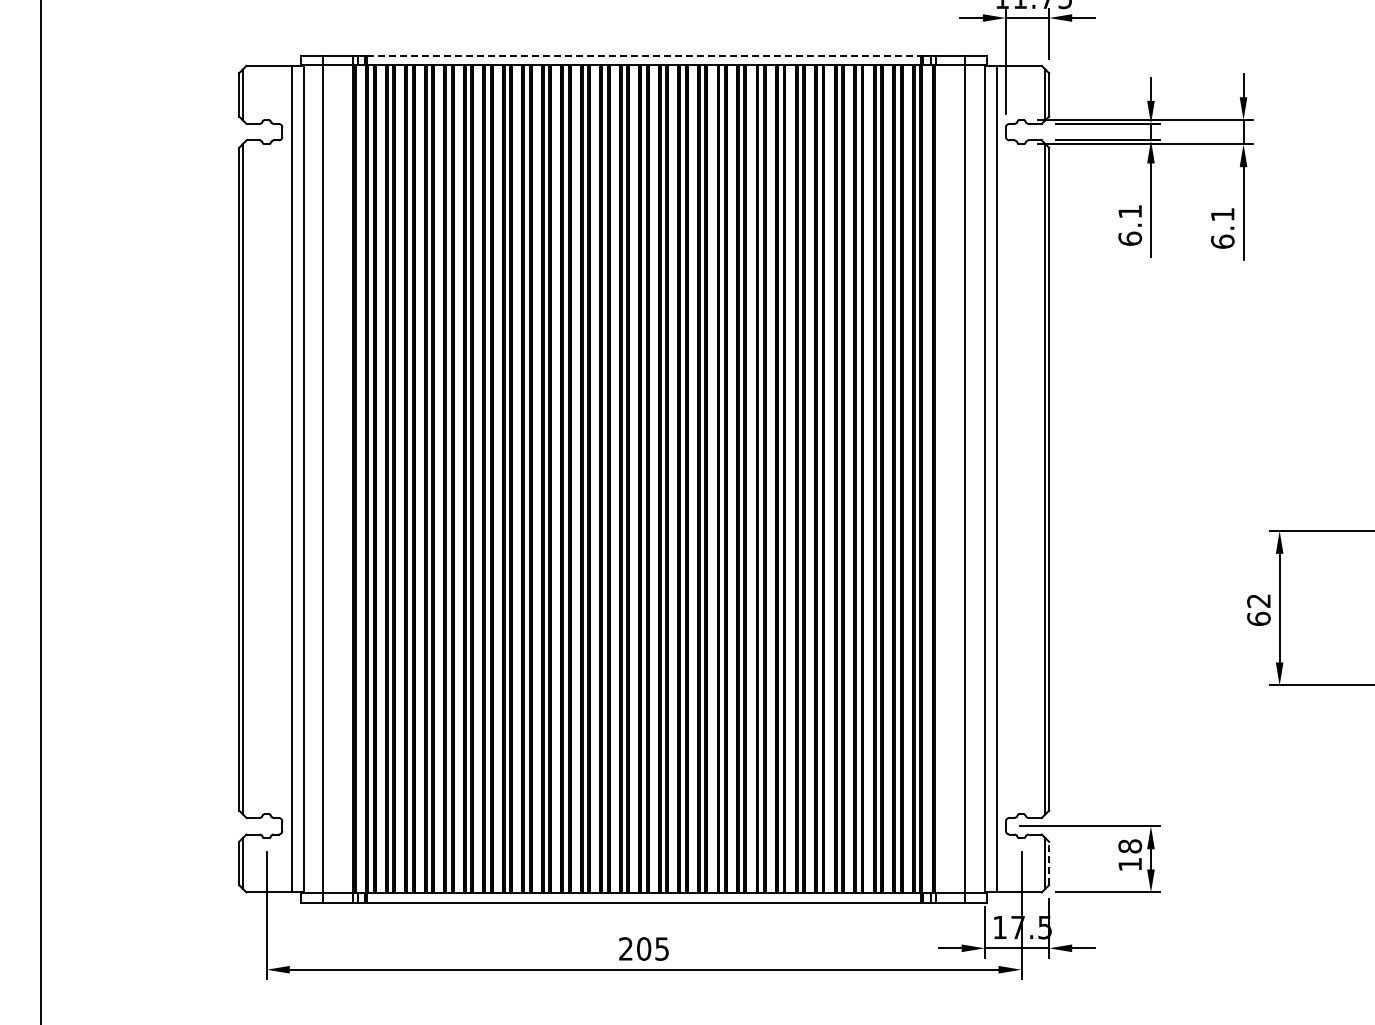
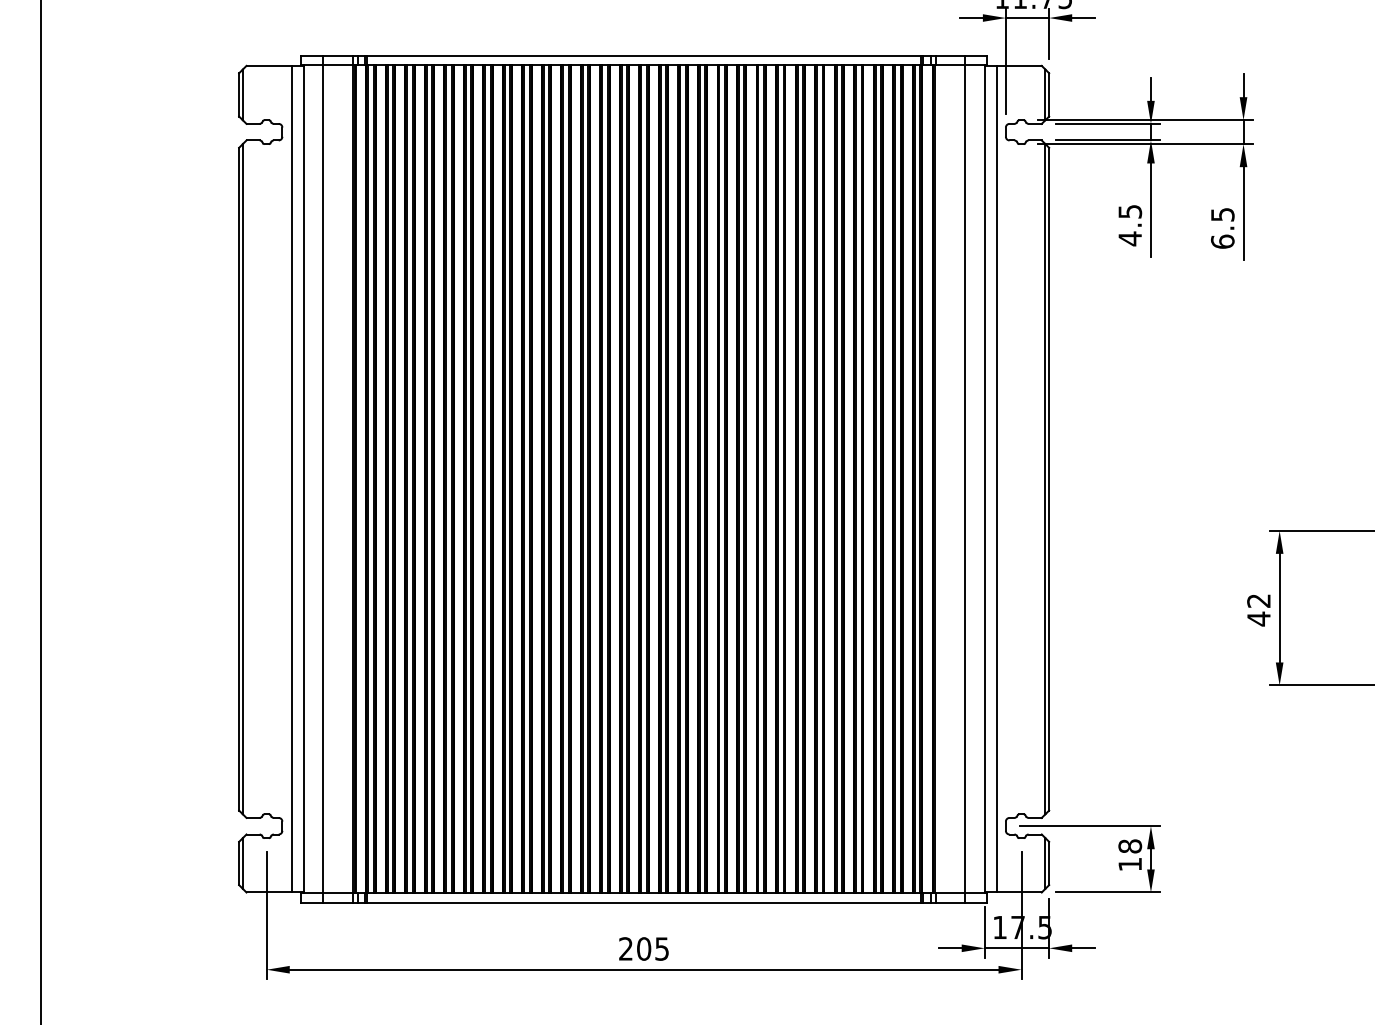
line at (644, 55): dashed -> solid
text at (1222, 214): 6.1 -> 6.5
text at (1130, 225): 6.1 -> 4.5
text at (1258, 618): 62 -> 42
line at (1049, 863): dashed -> solid
